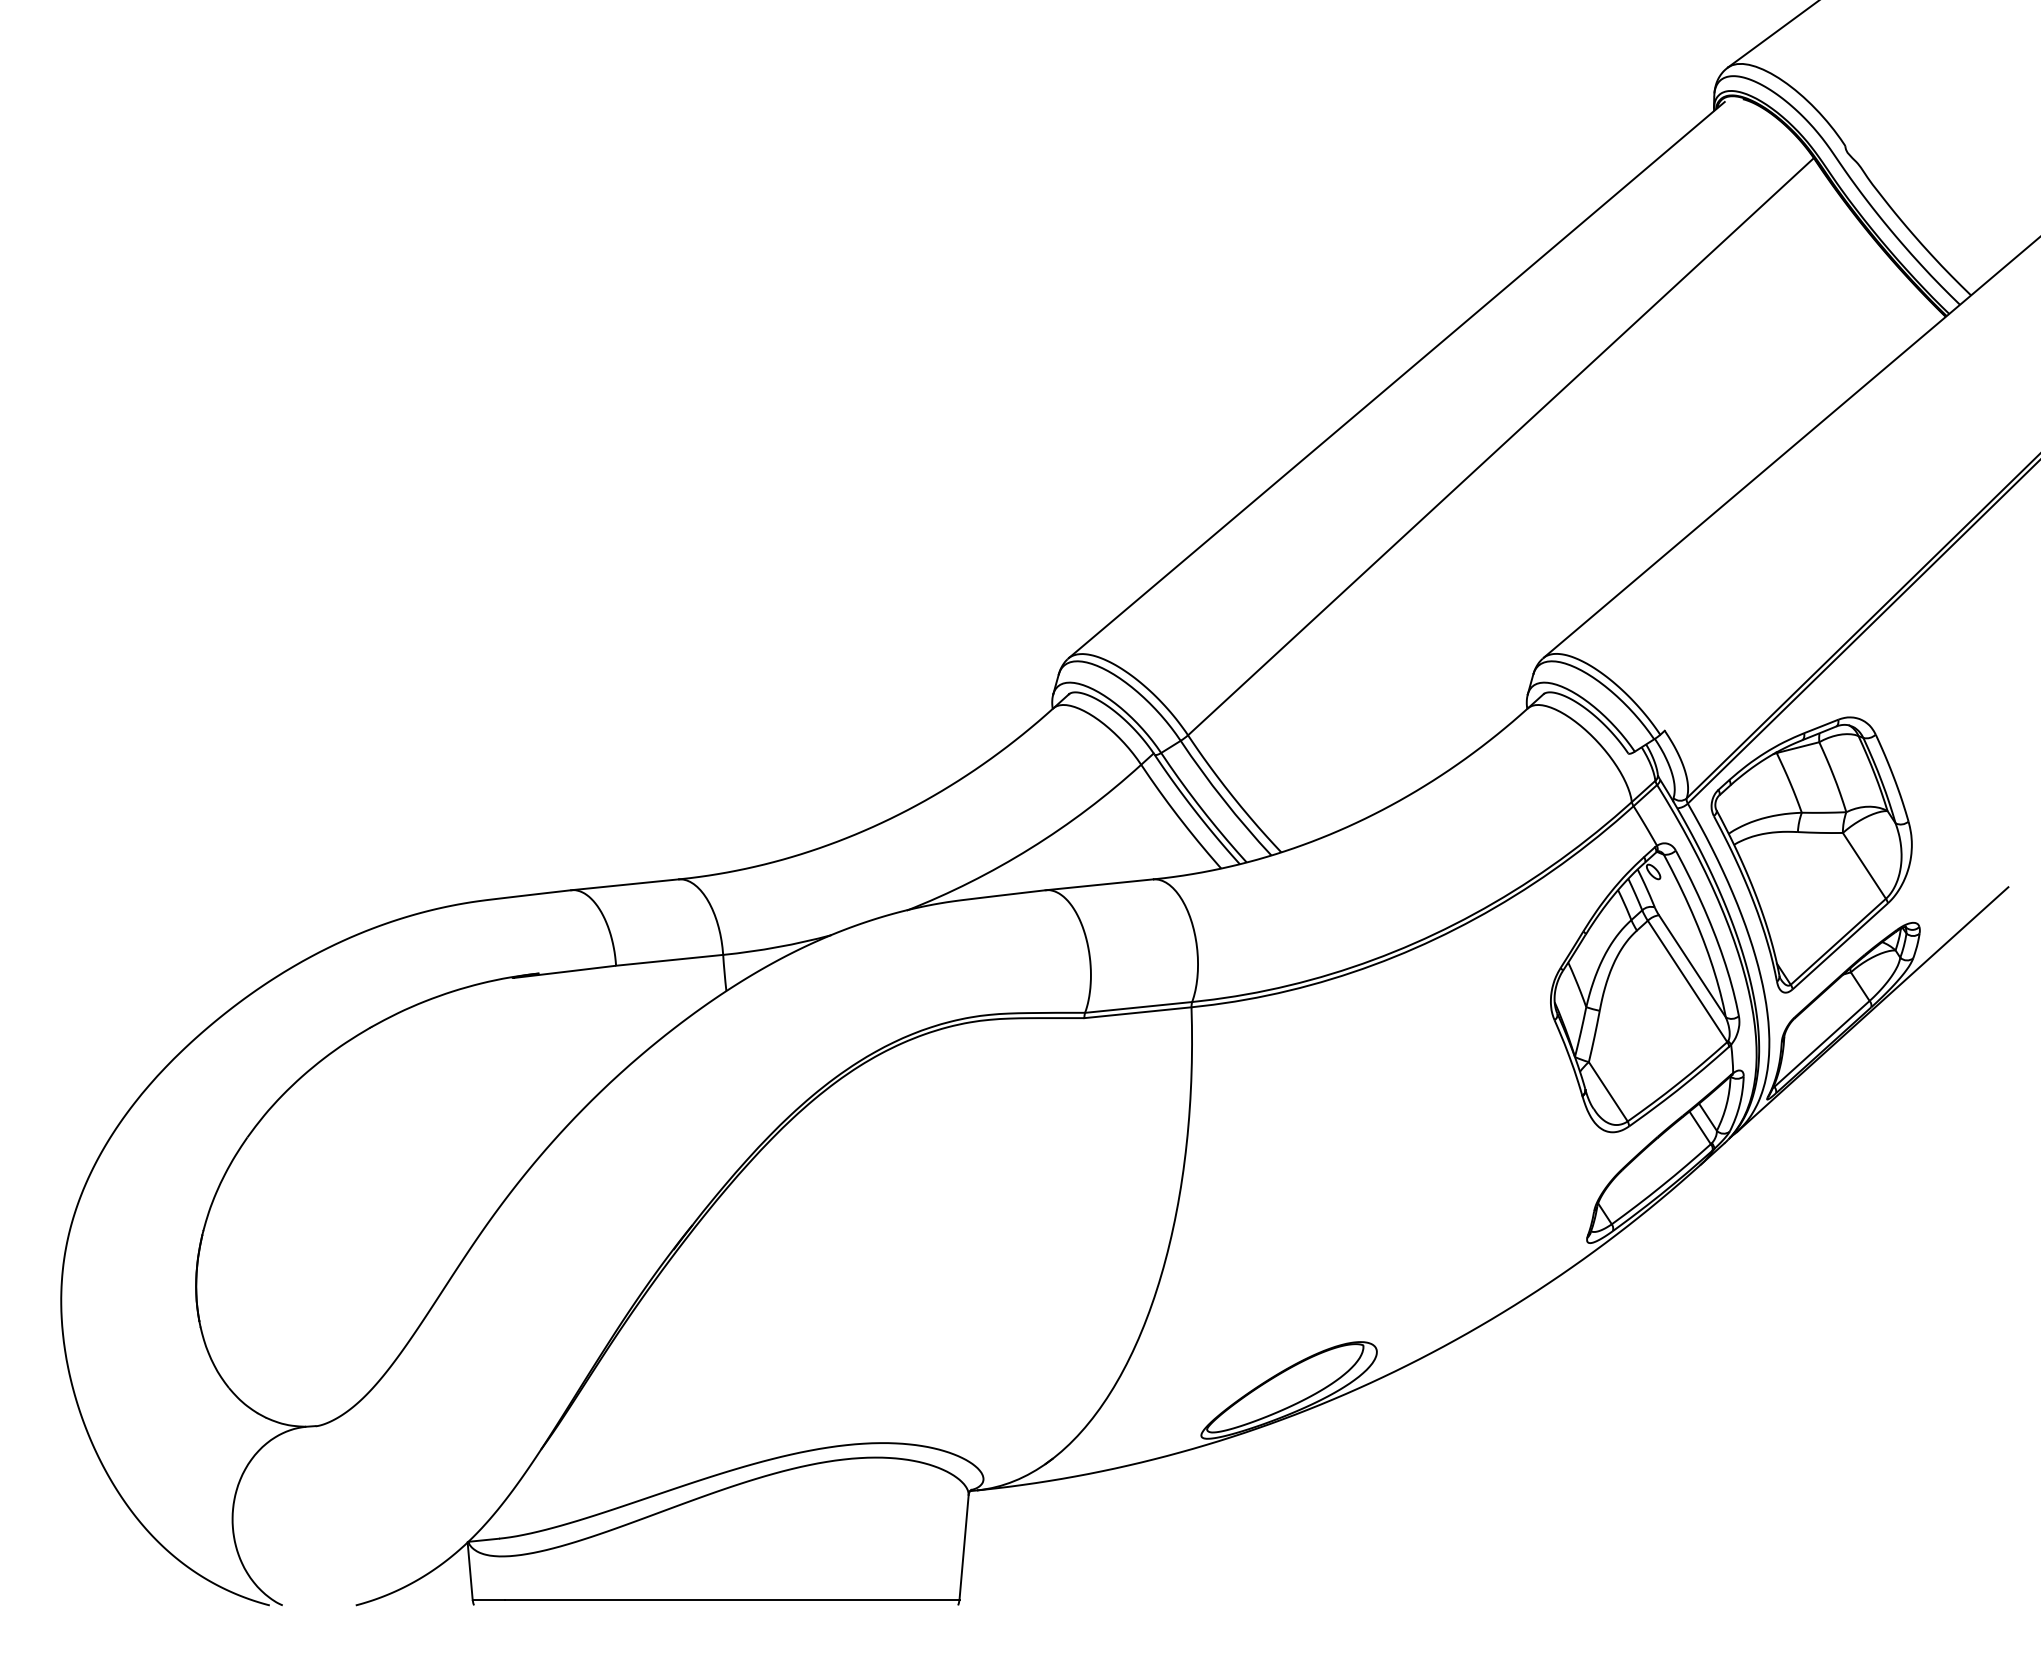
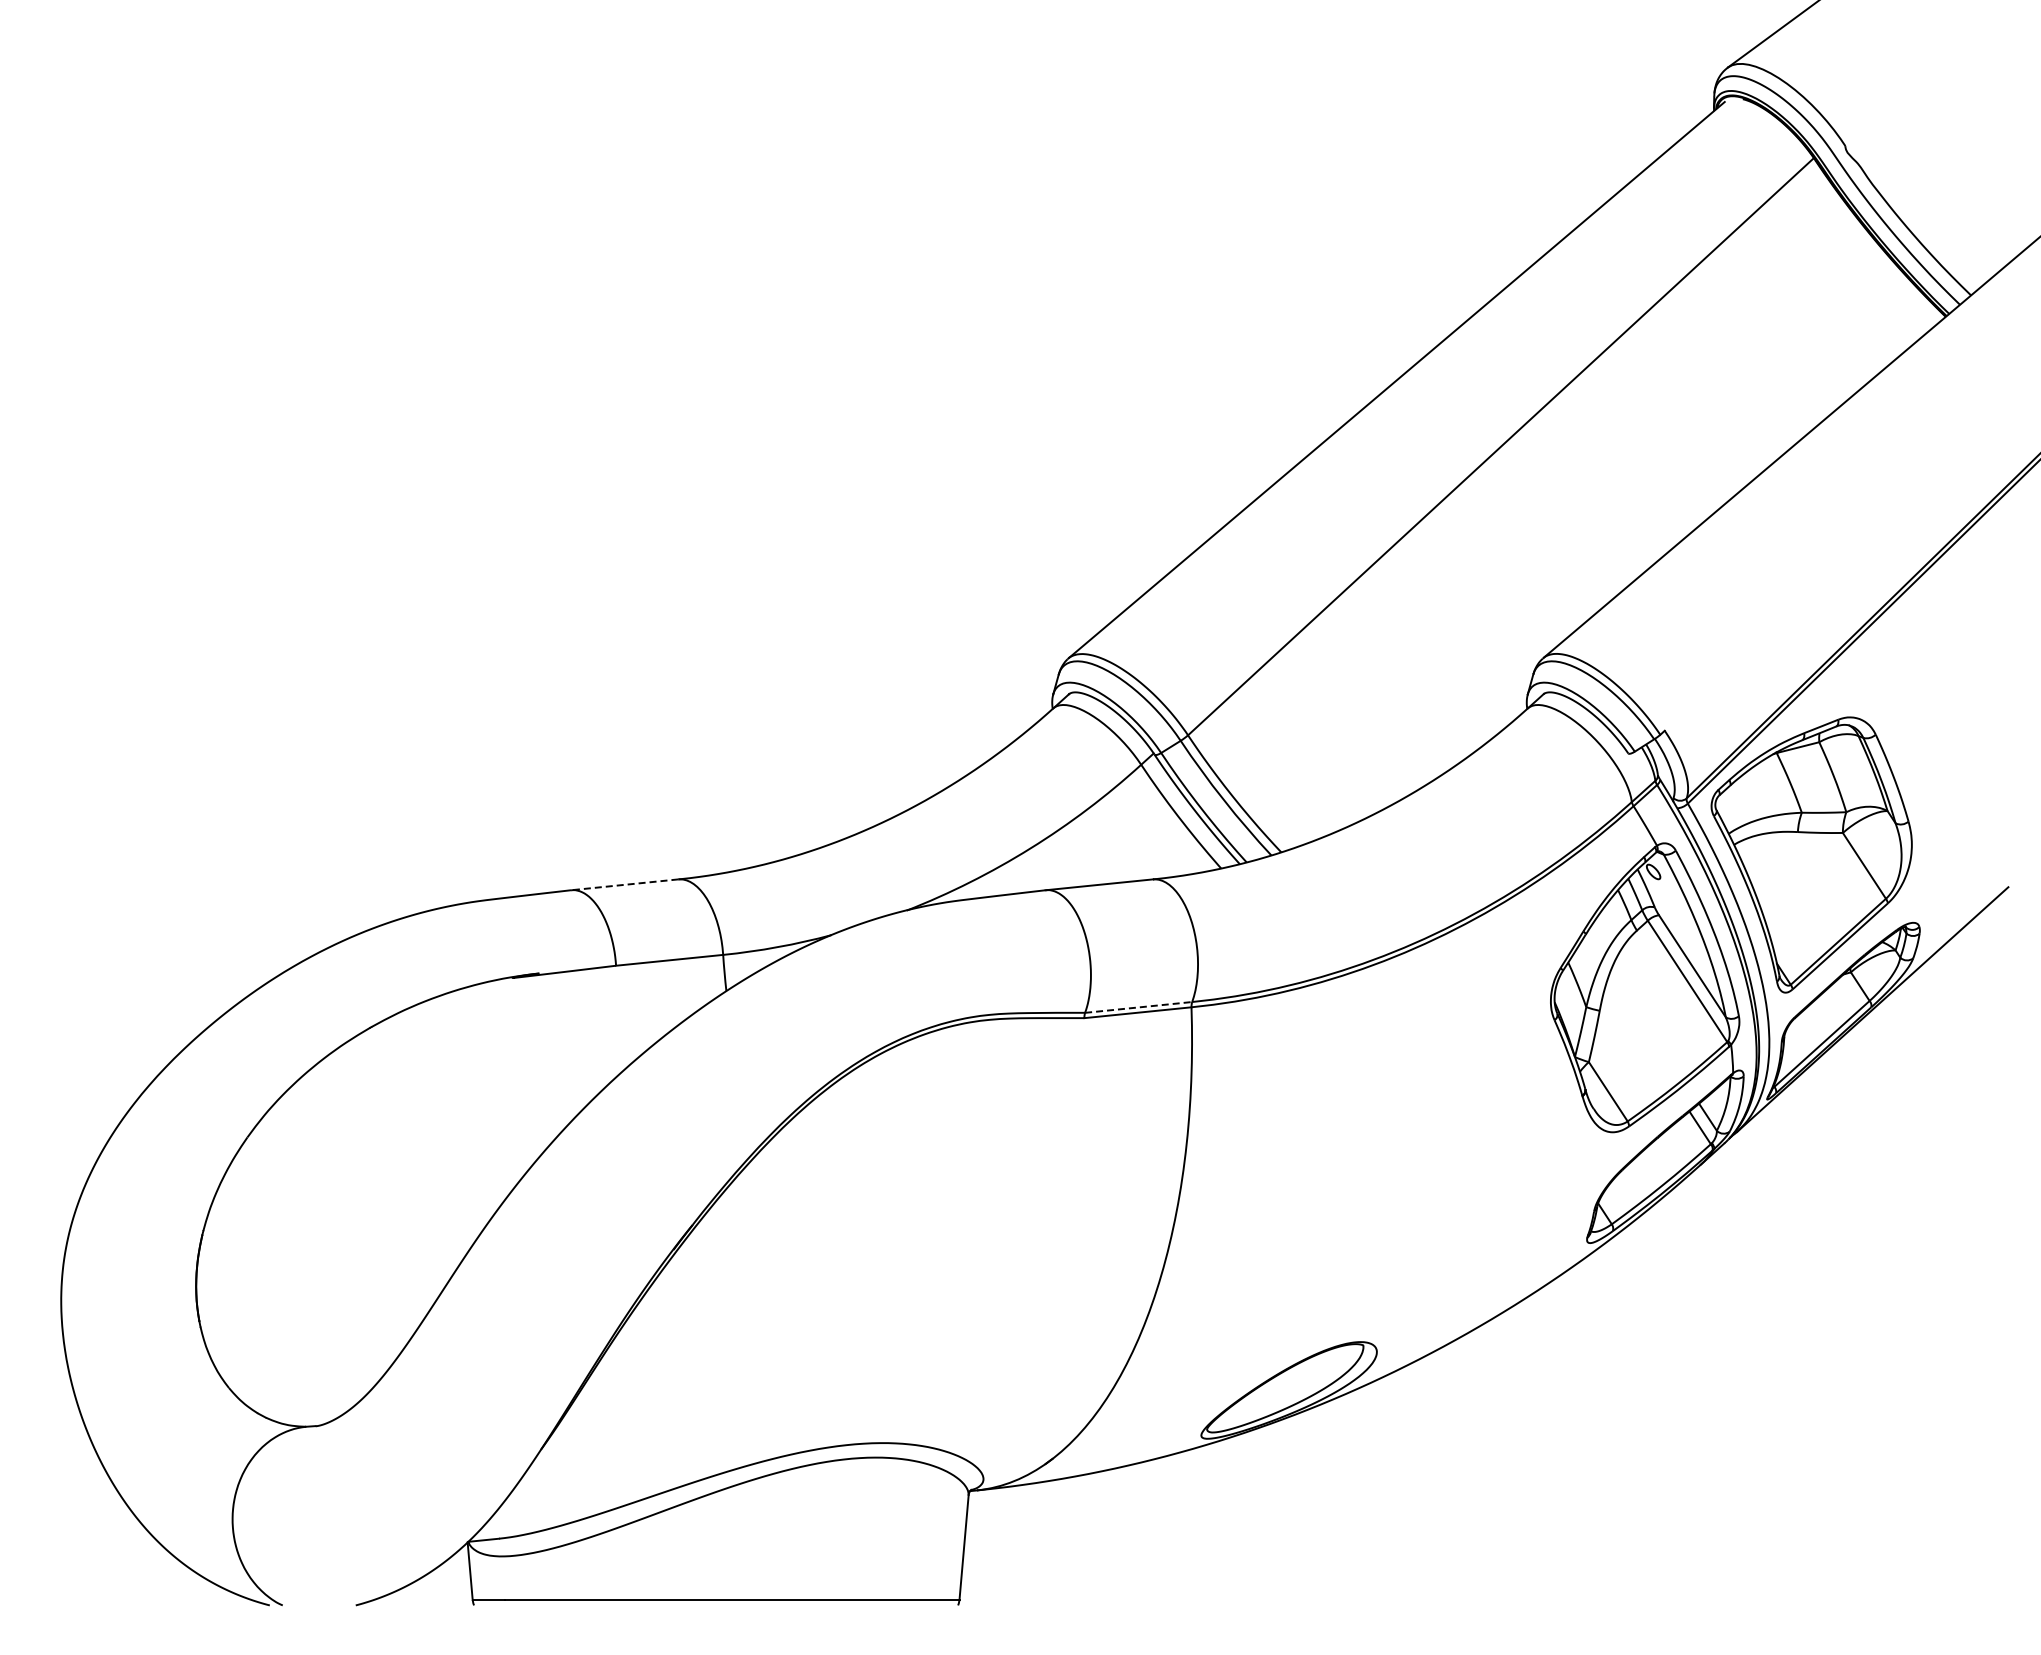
line at (624, 884): solid -> dashed
line at (1138, 1007): solid -> dashed
